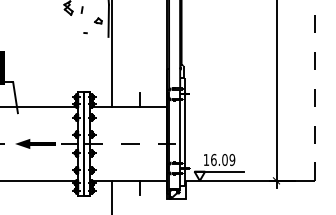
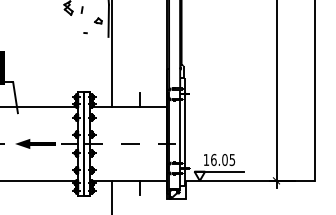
line at (314, 90): dashed -> solid
text at (232, 159): 16.09 -> 16.05
